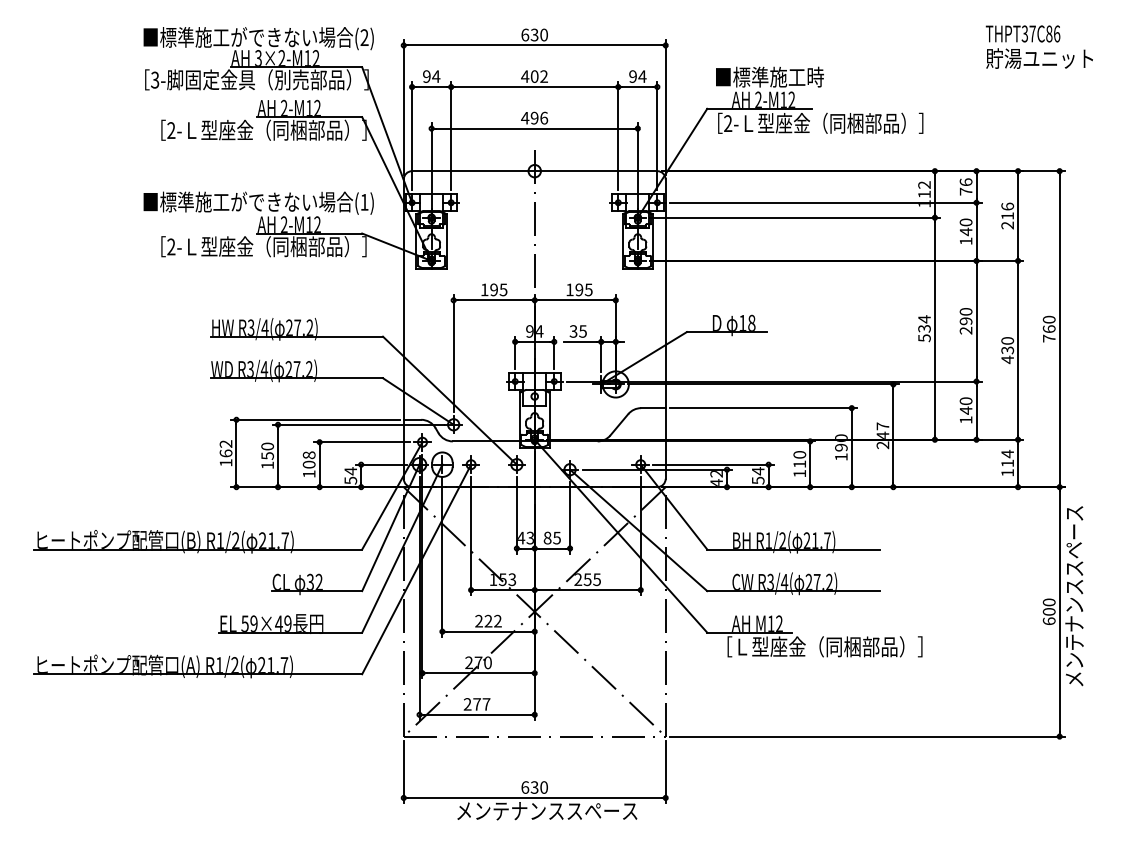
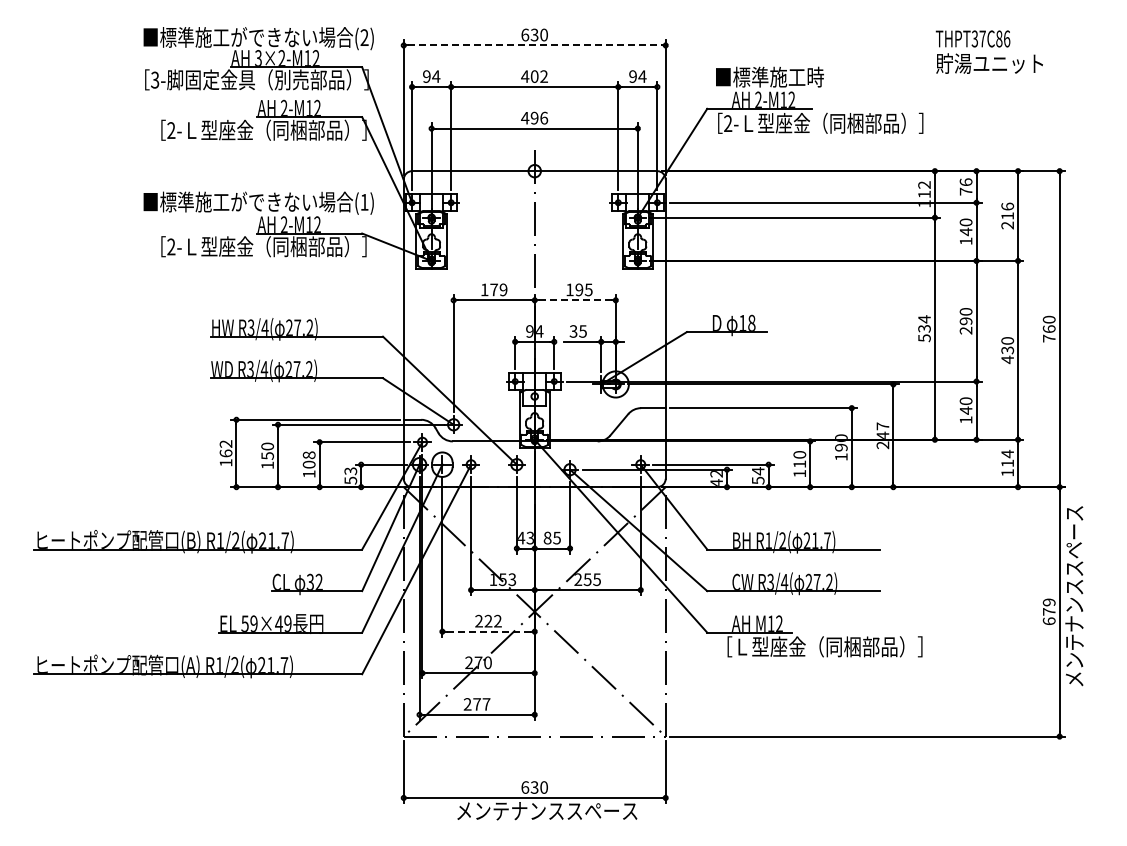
line at (534, 45): solid -> dashed
text at (1038, 46) position: (1038, 46) -> (988, 51)
text at (498, 289): 195 -> 179
line at (575, 300): solid -> dashed
text at (350, 471): 54 -> 53
text at (1048, 606): 600 -> 679
line at (488, 631): solid -> dashed
